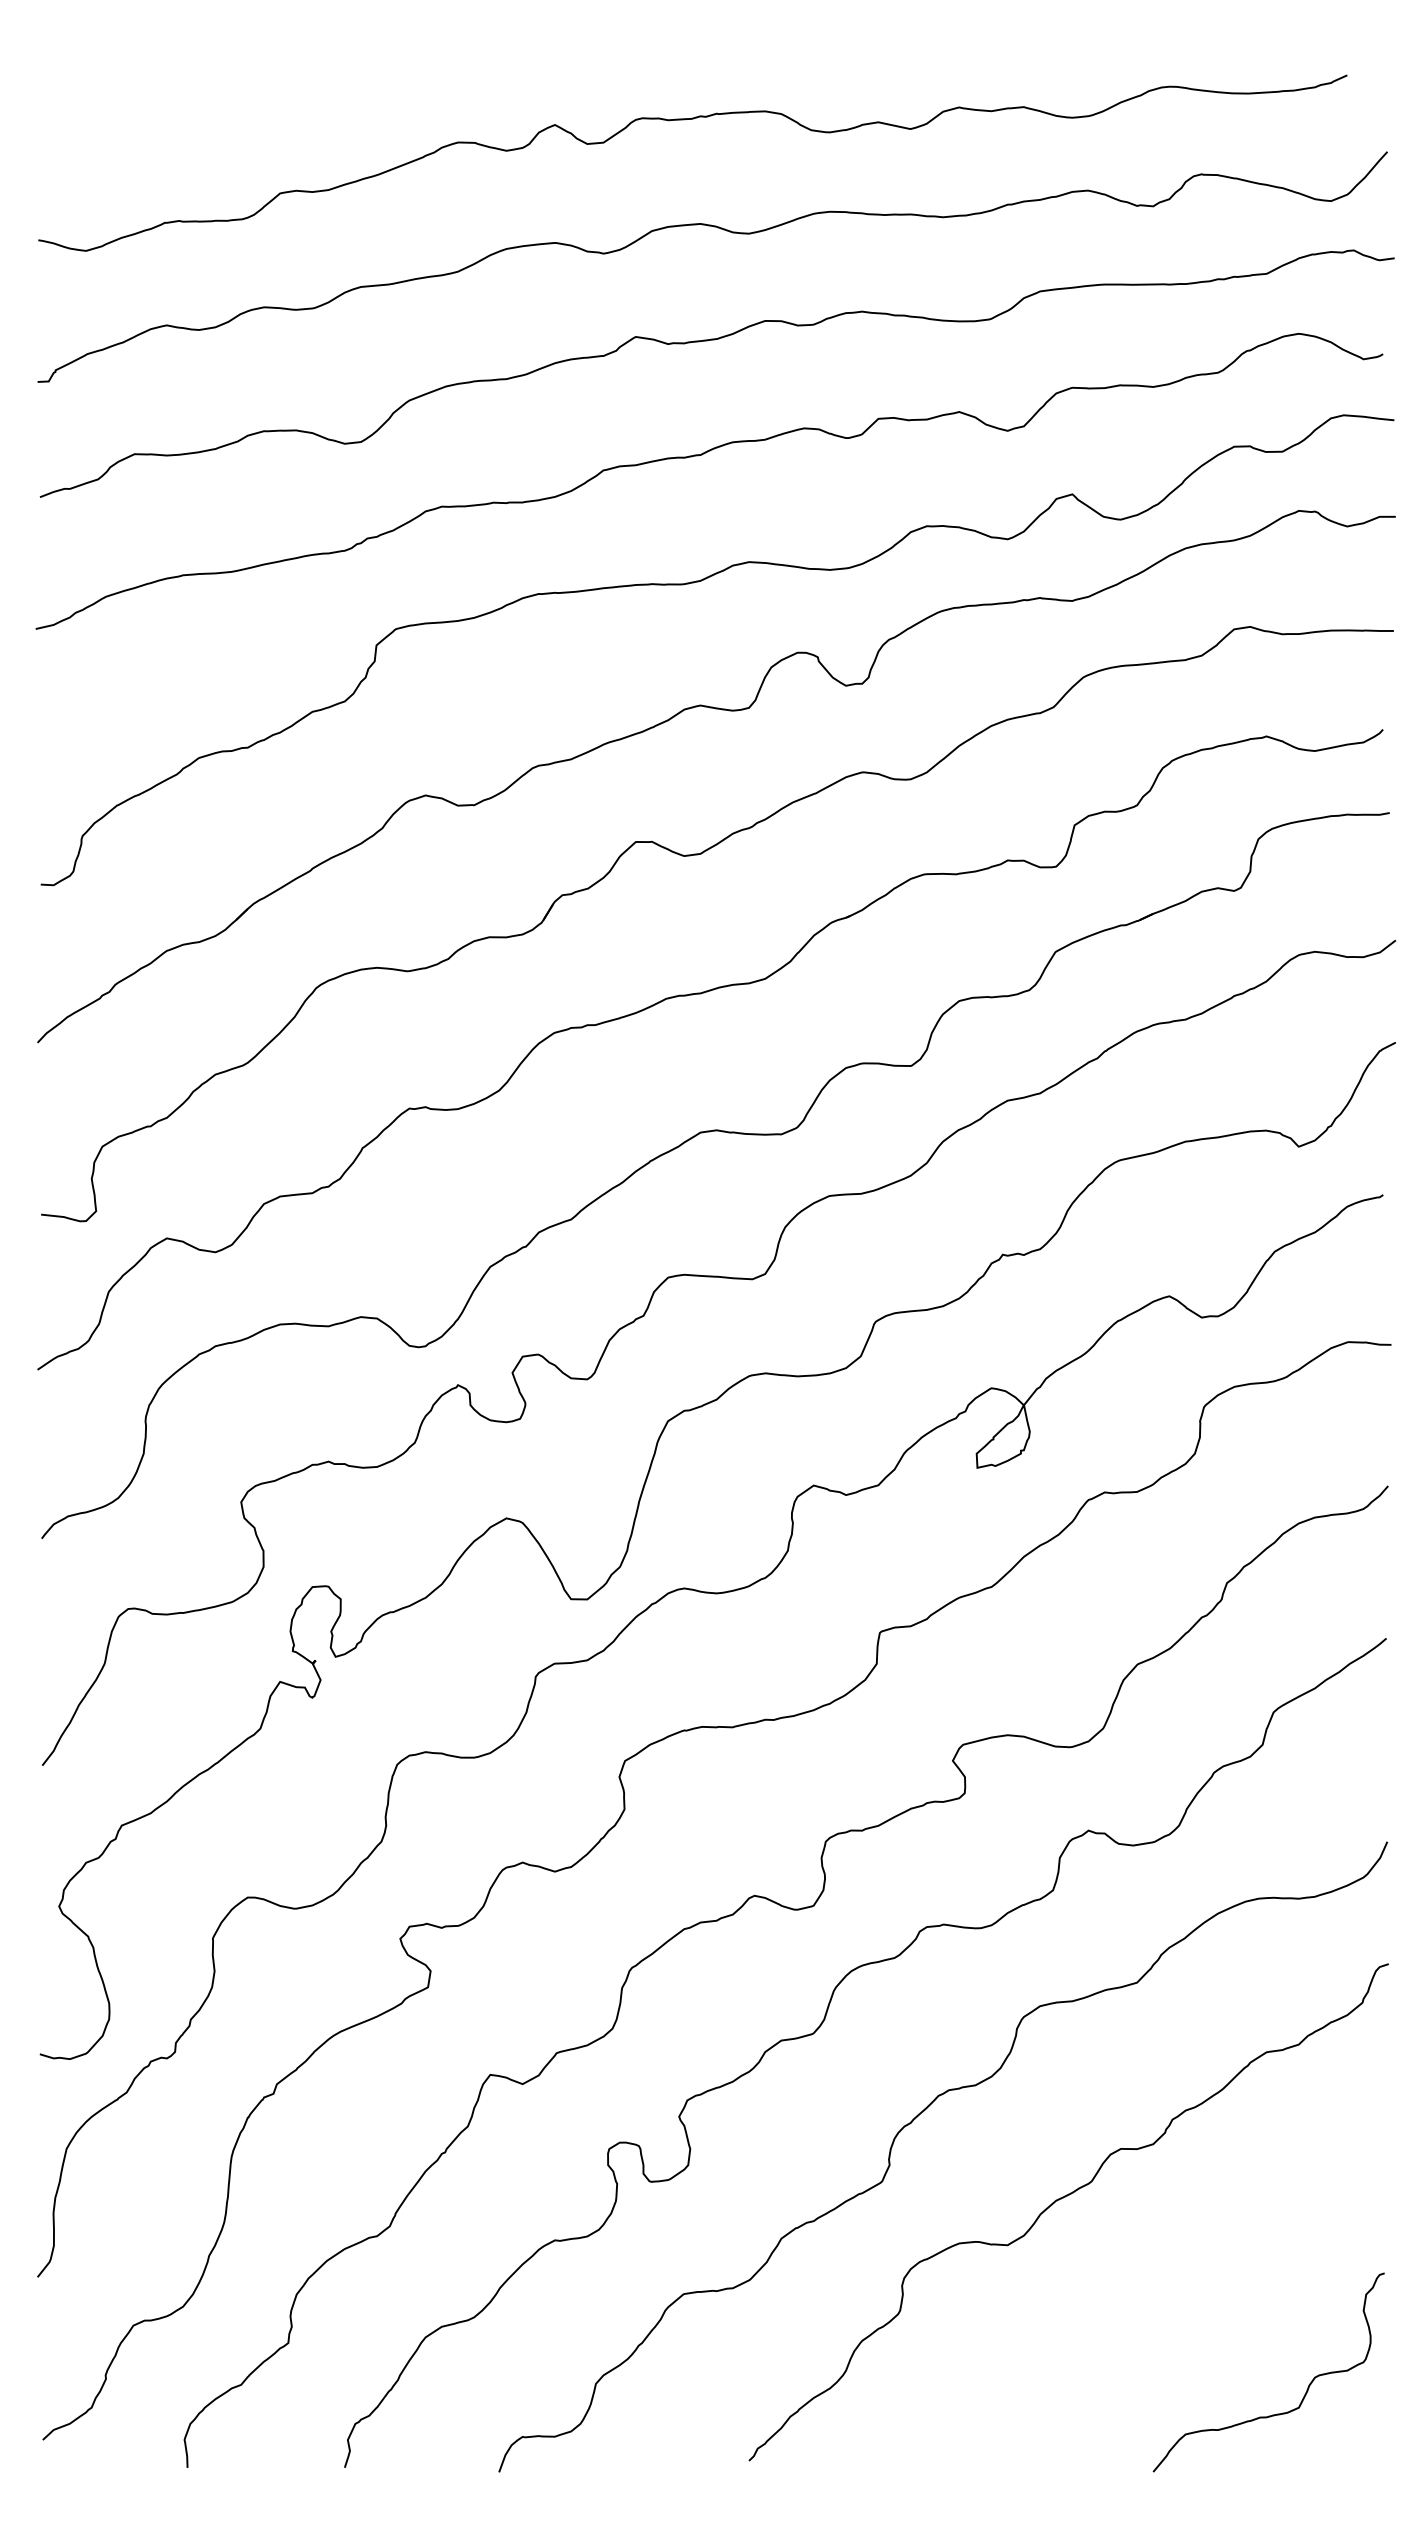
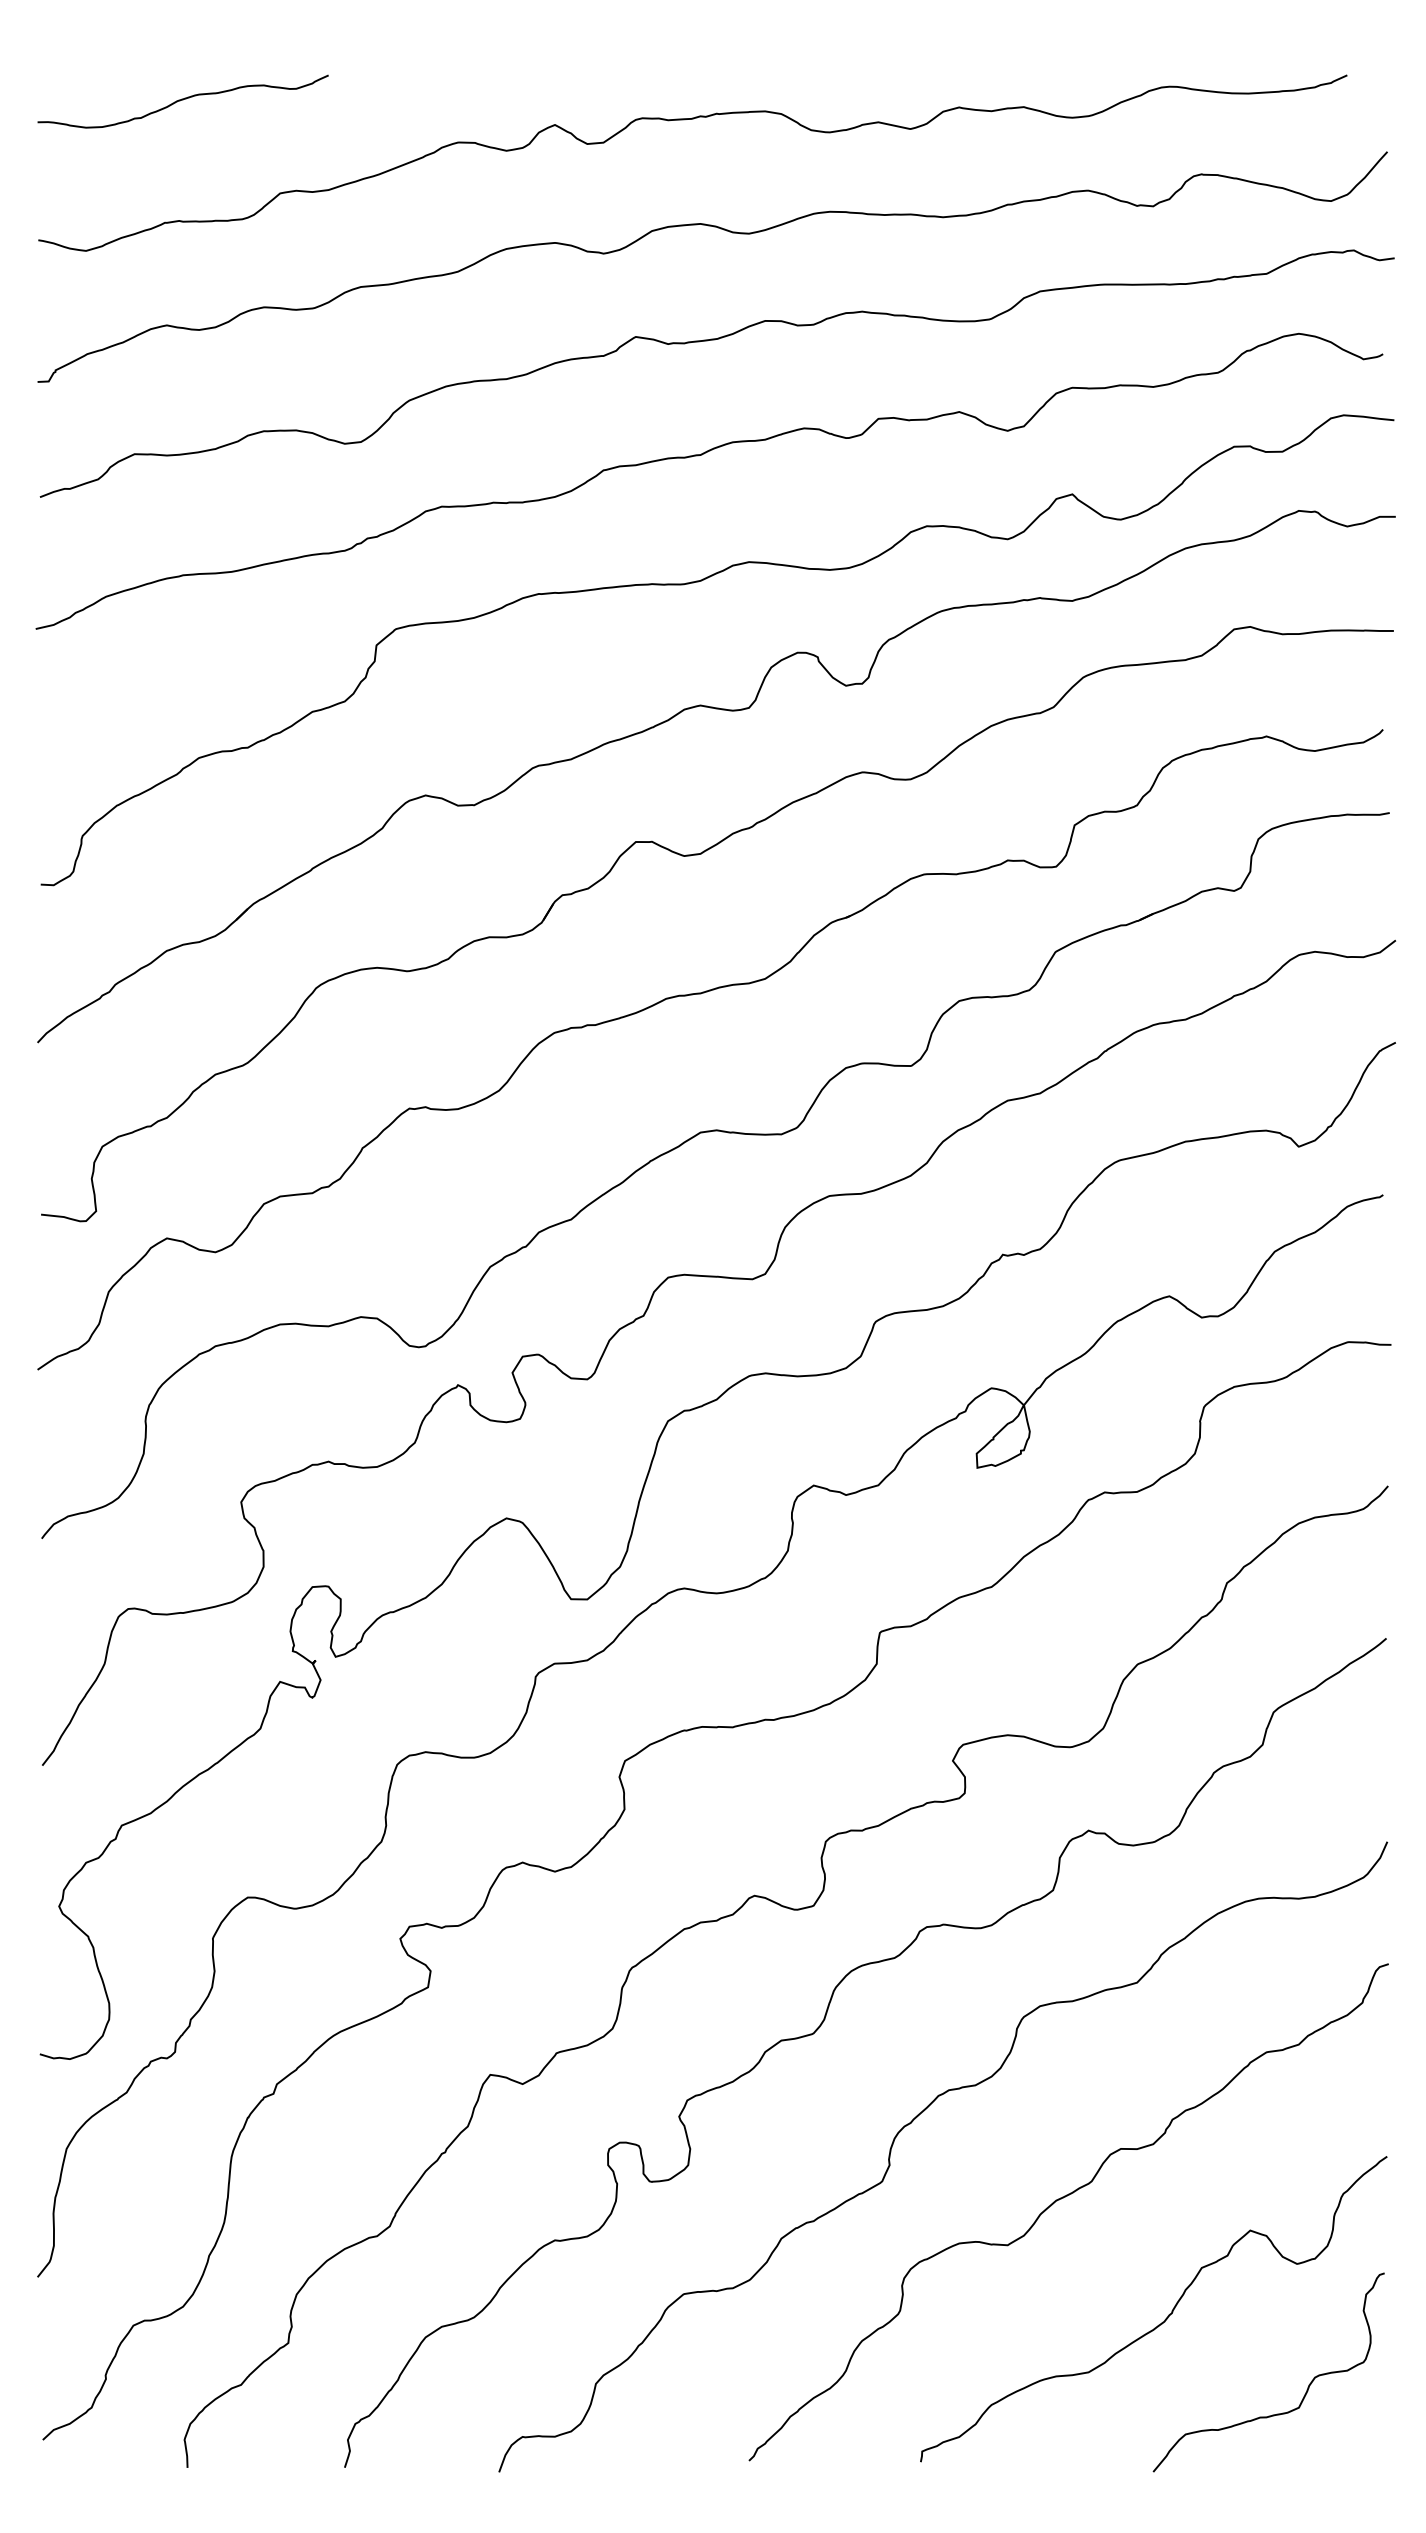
curve at (182, 100): none -> present
curve at (1164, 2319): none -> present
